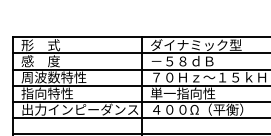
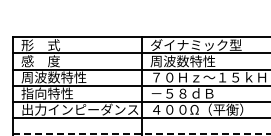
text at (182, 61): －５８ｄＢ -> 周波数特性
text at (182, 93): 単一指向性 -> －５８ｄＢ
line at (141, 134): solid -> dashed
